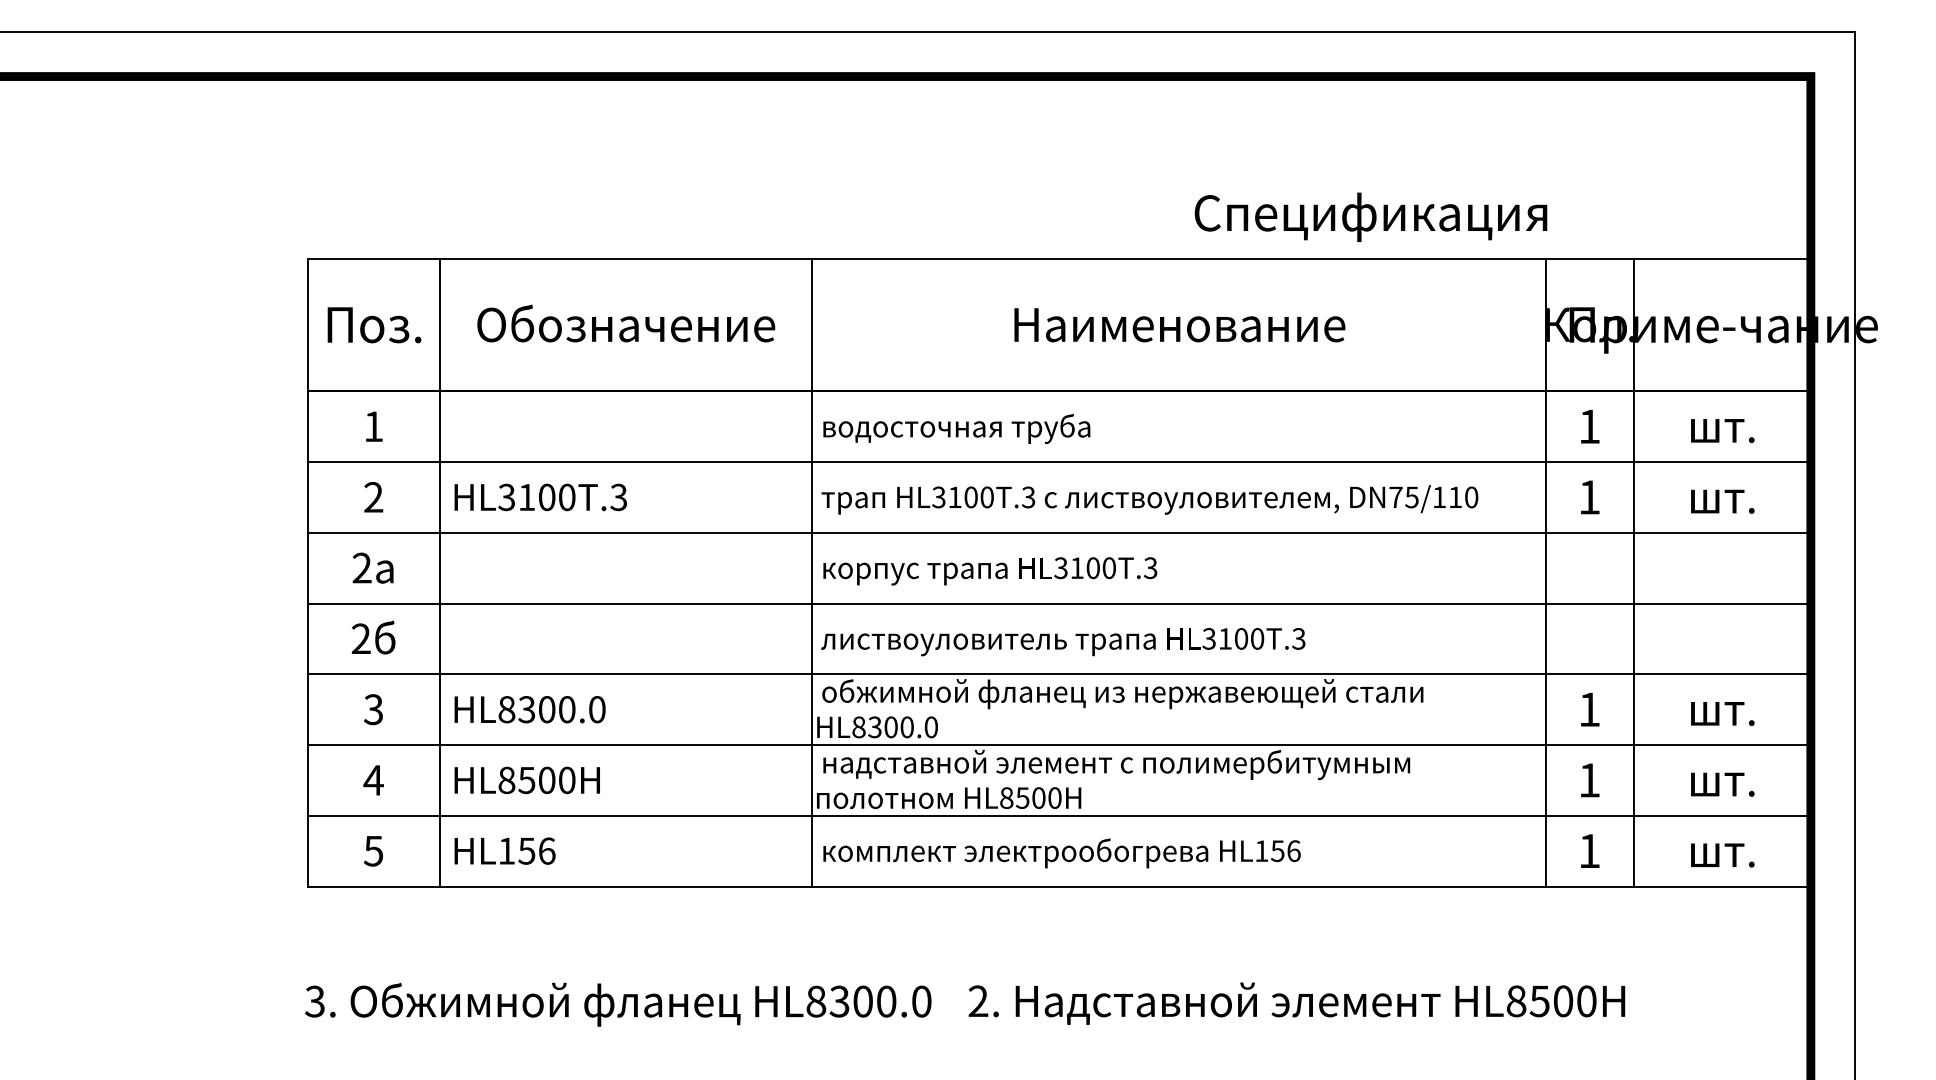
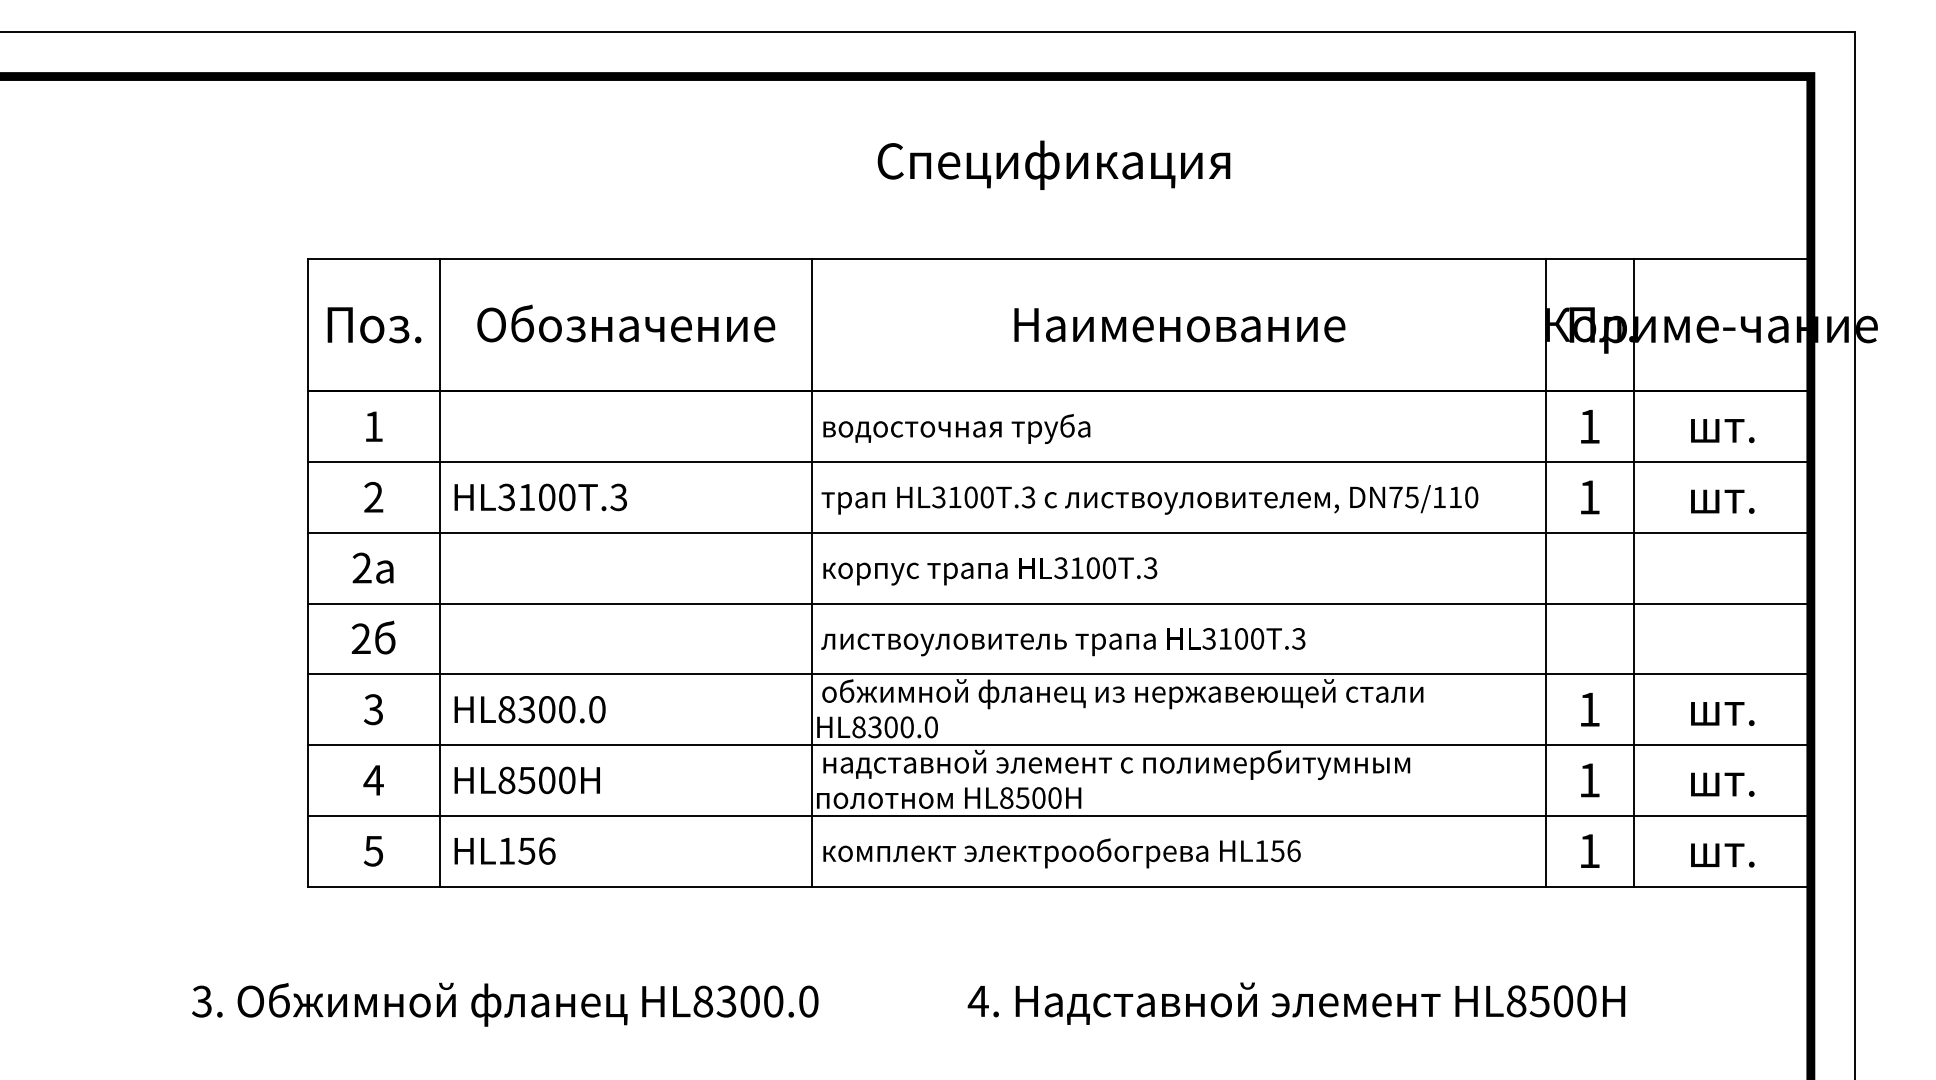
text at (1370, 216) position: (1370, 216) -> (1053, 164)
text at (977, 1000): 2. -> 4.
text at (618, 1004) position: (618, 1004) -> (505, 1004)
